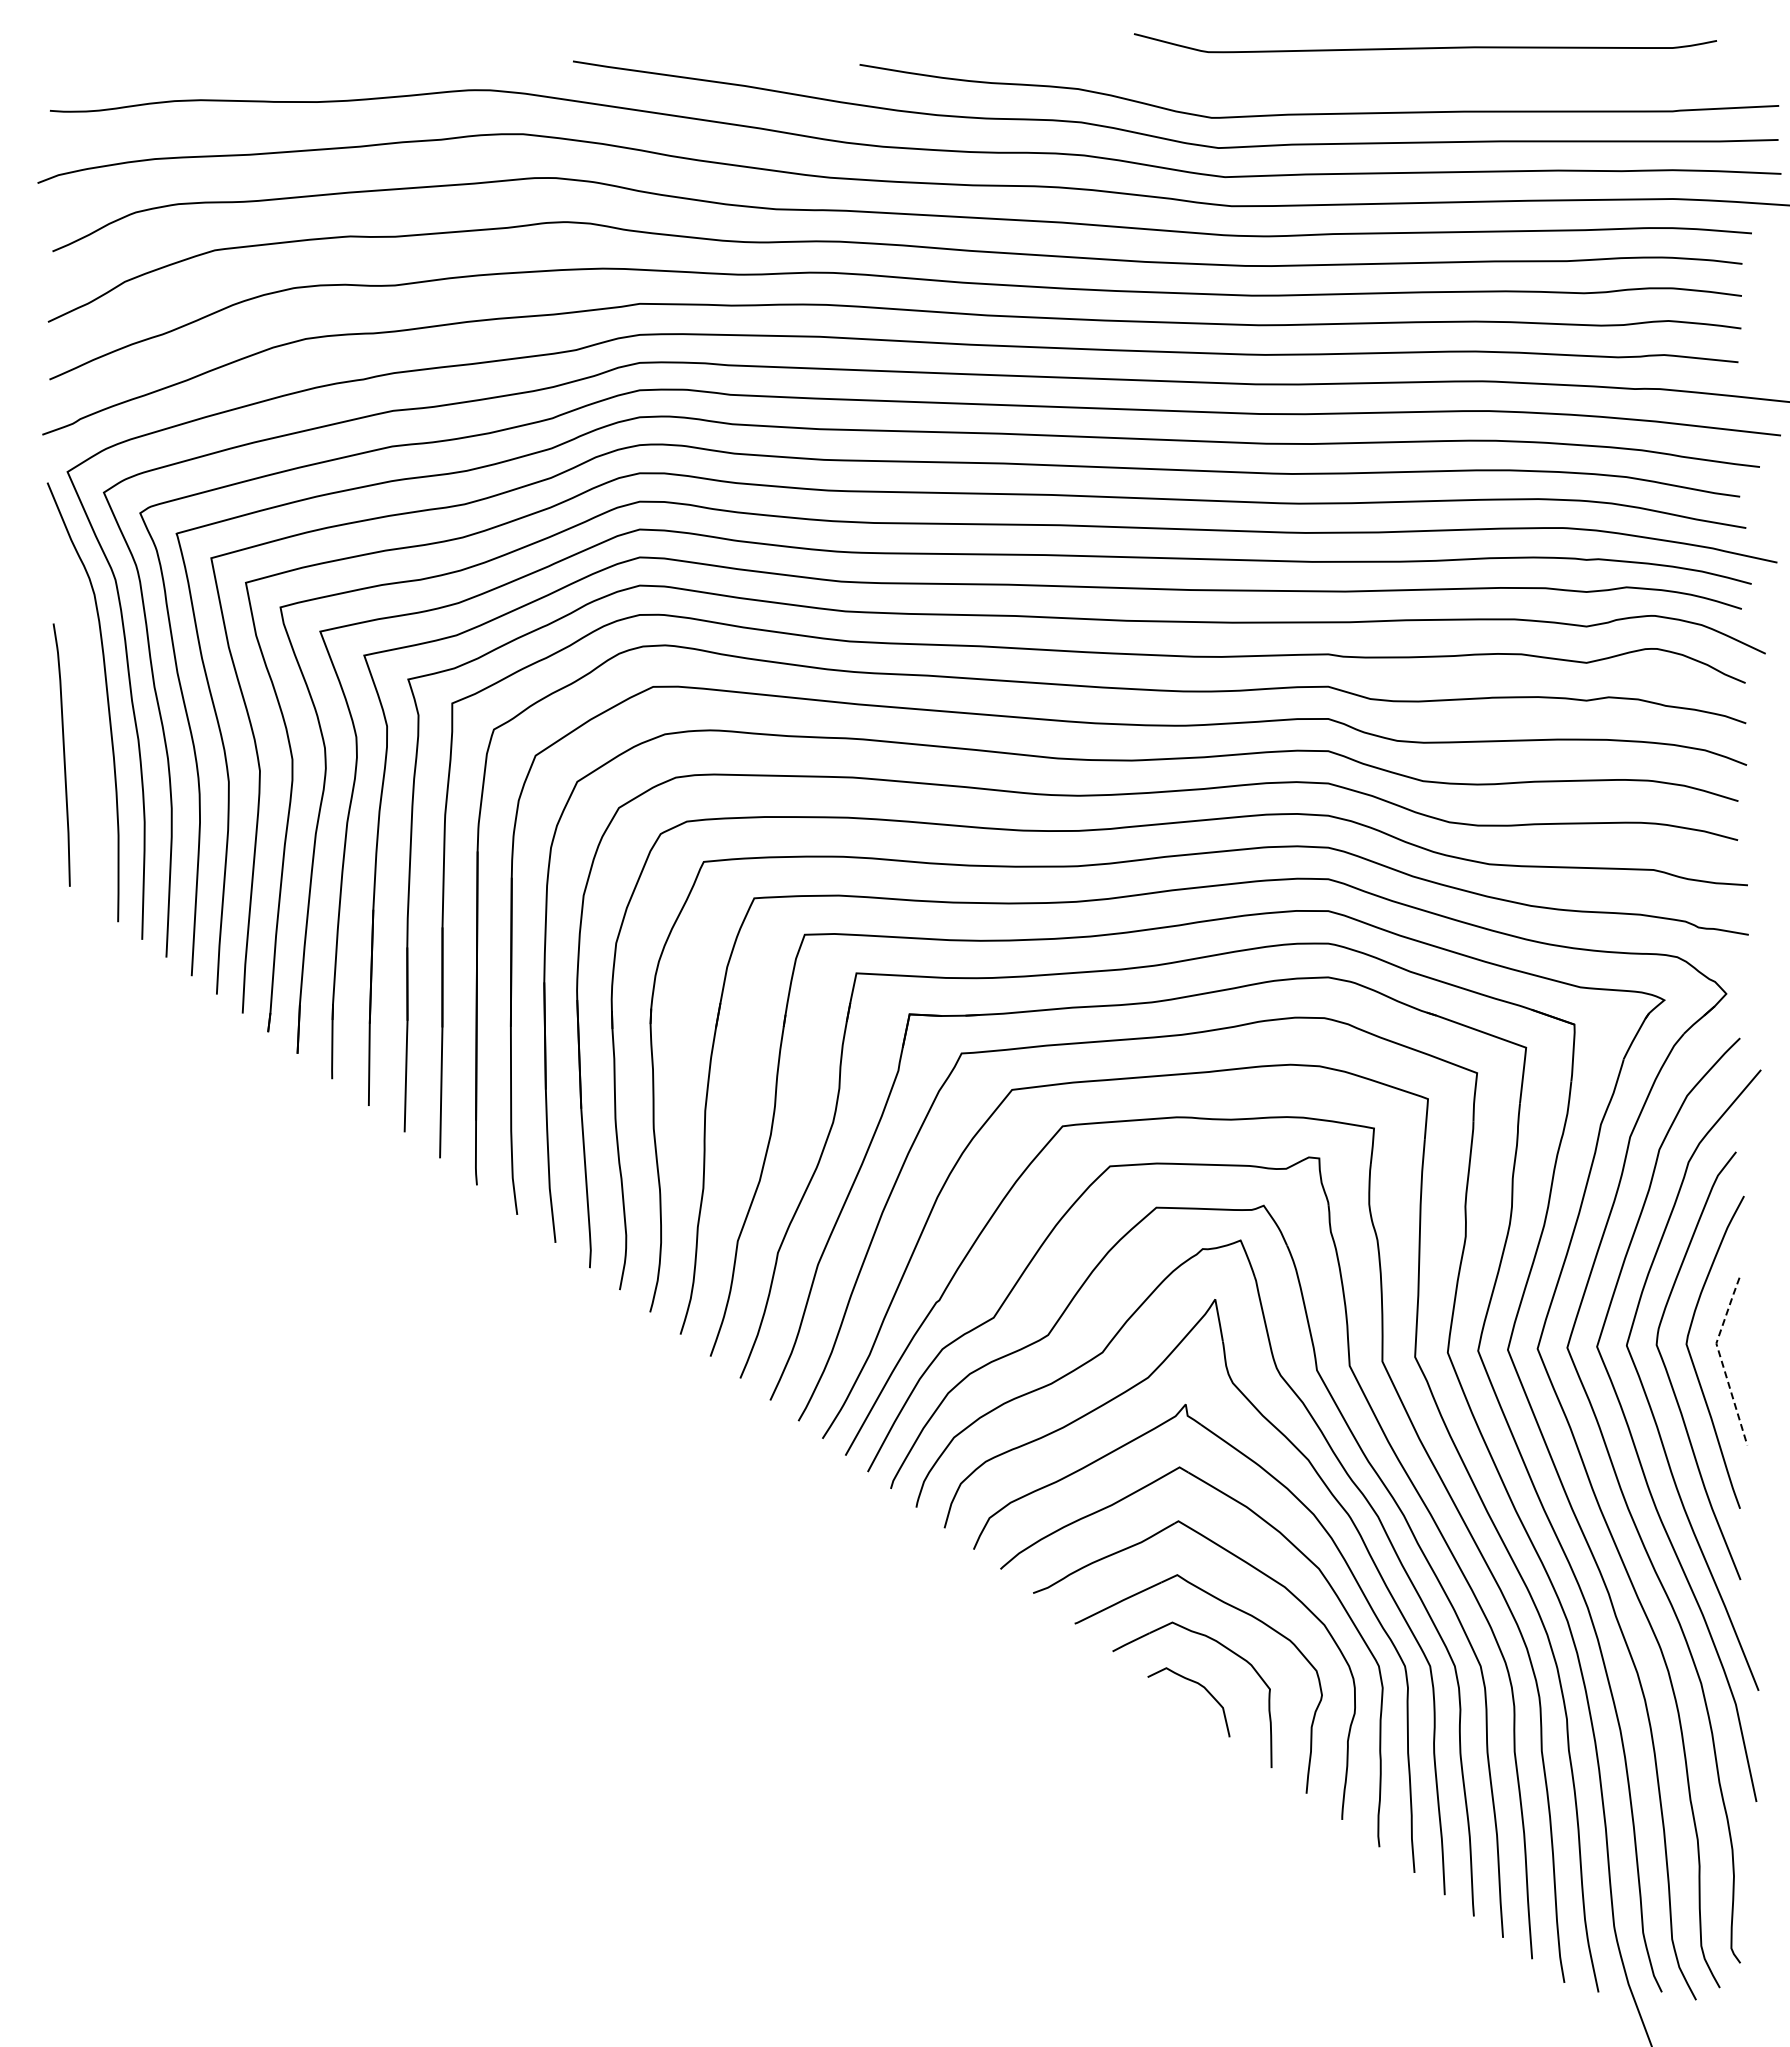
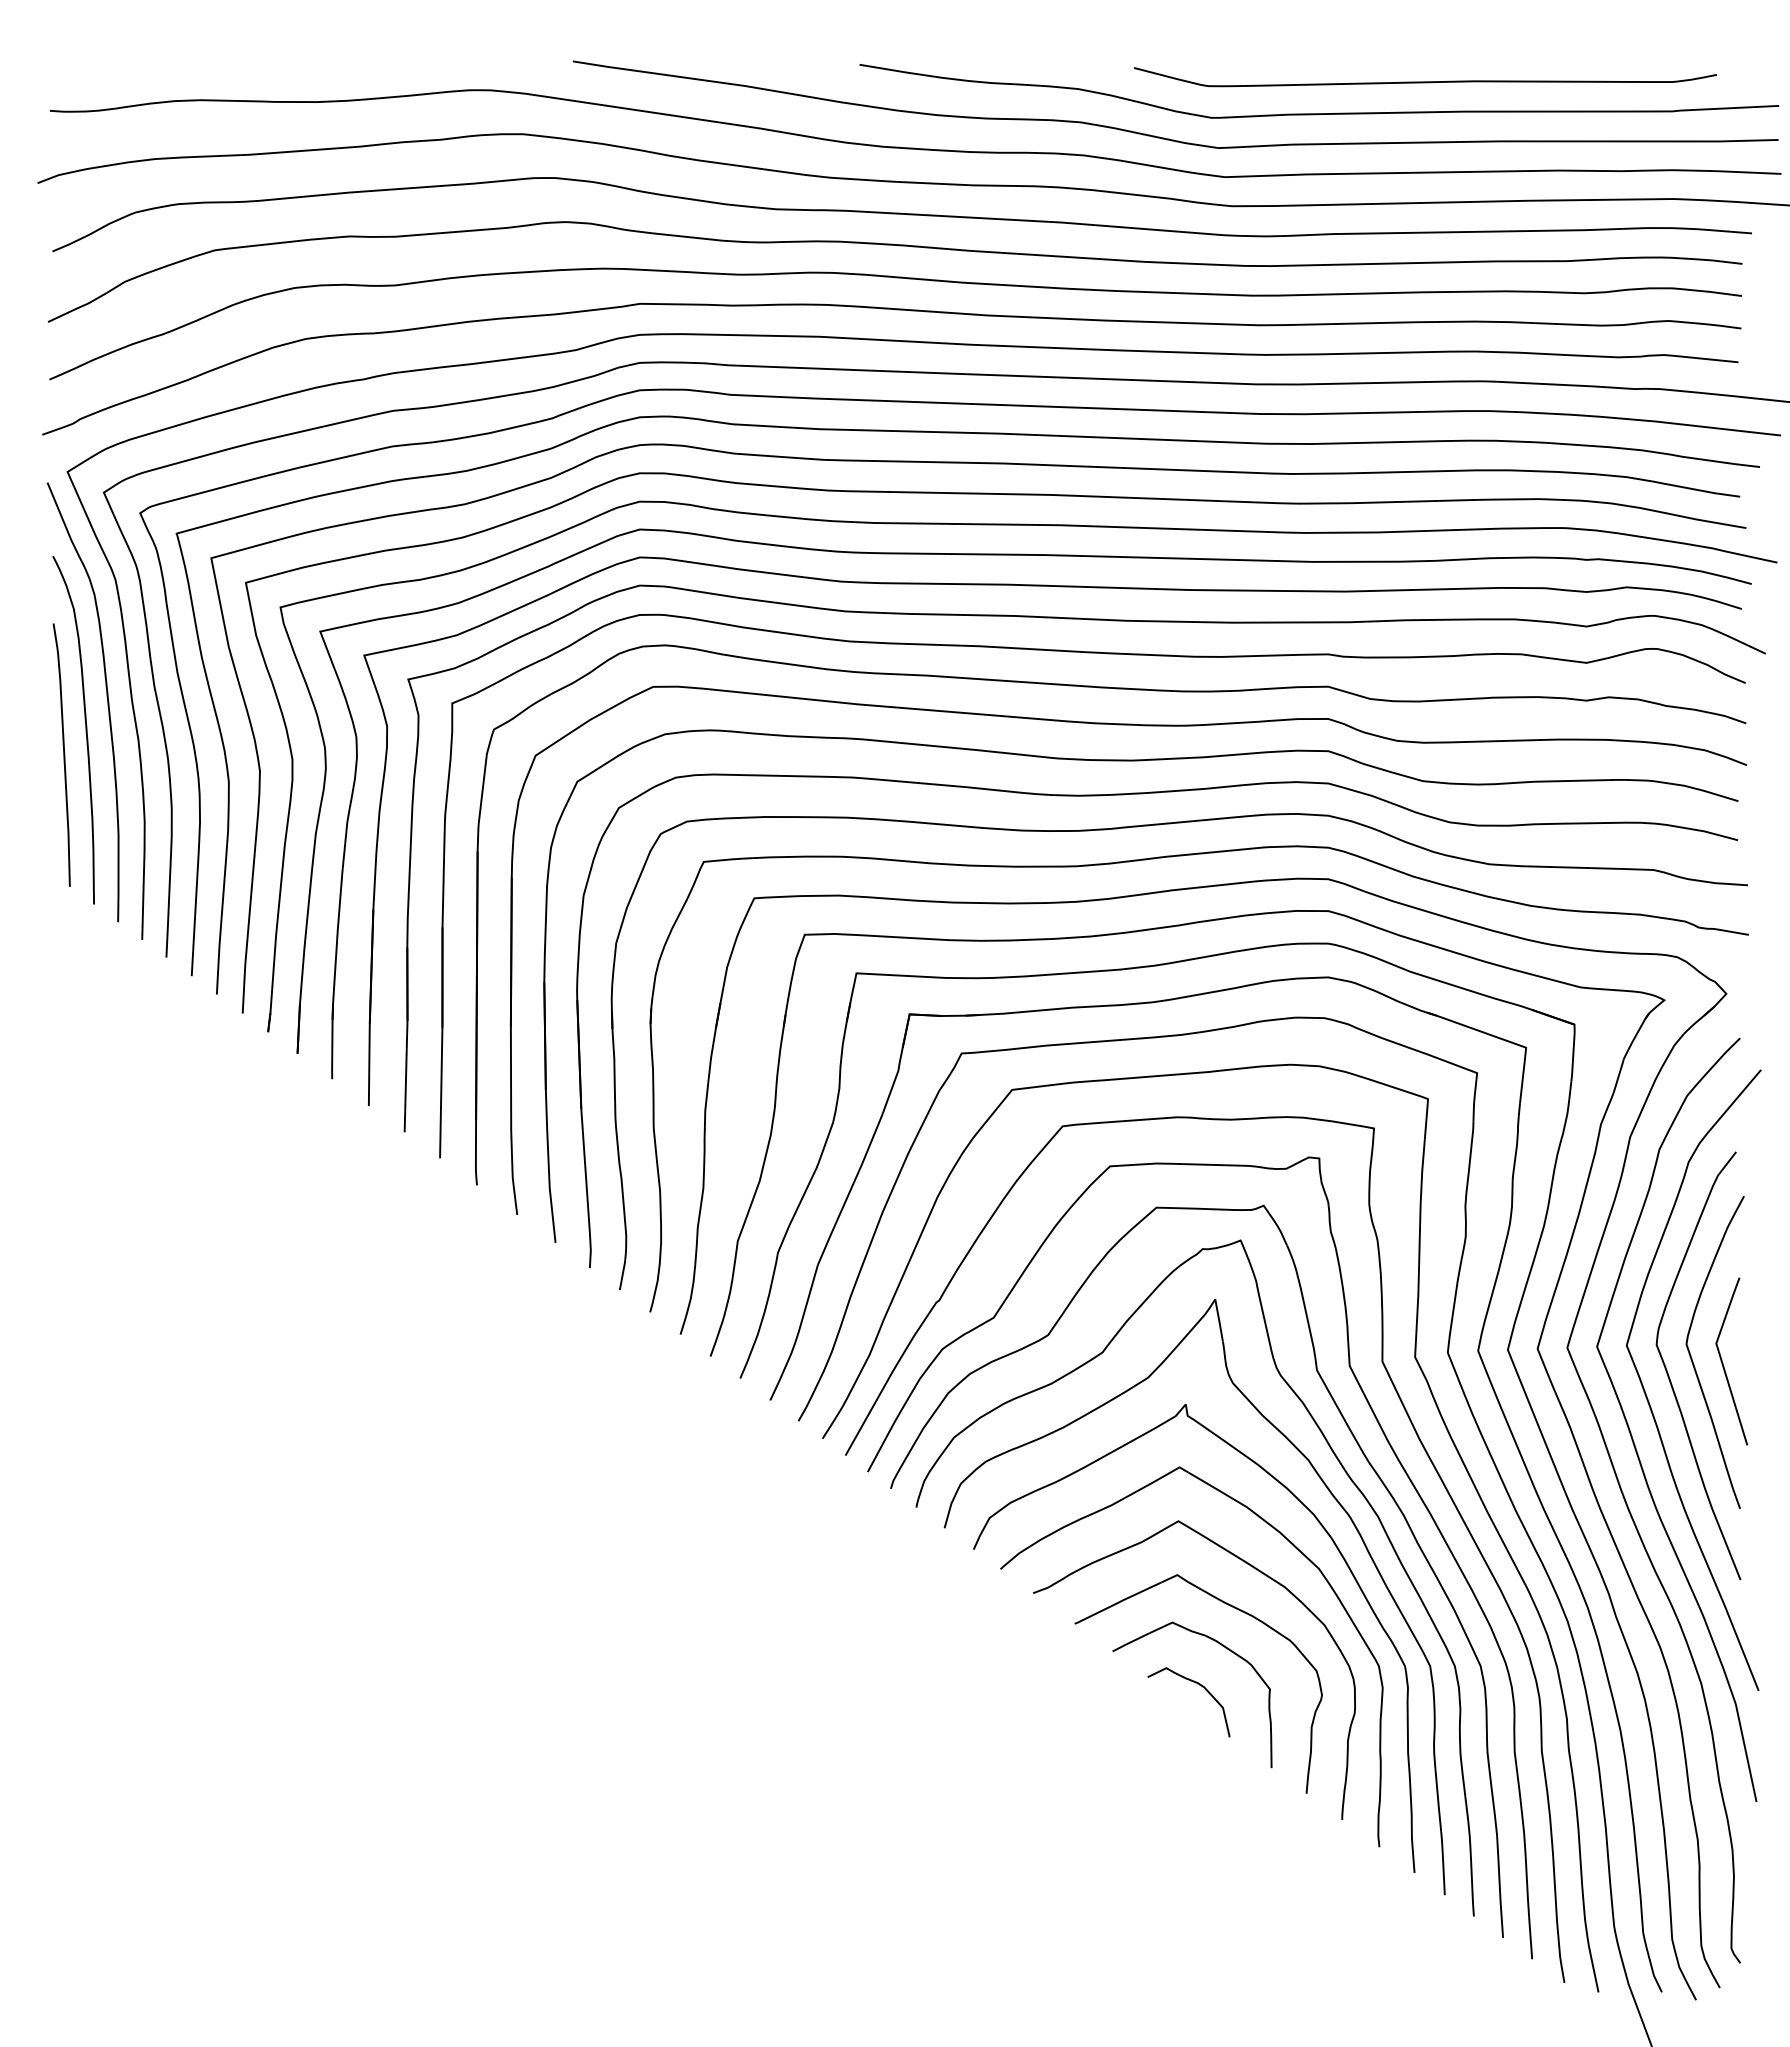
curve at (1424, 47) position: (1424, 47) -> (1424, 81)
curve at (85, 730): none -> present
line at (1721, 1359): dashed -> solid
